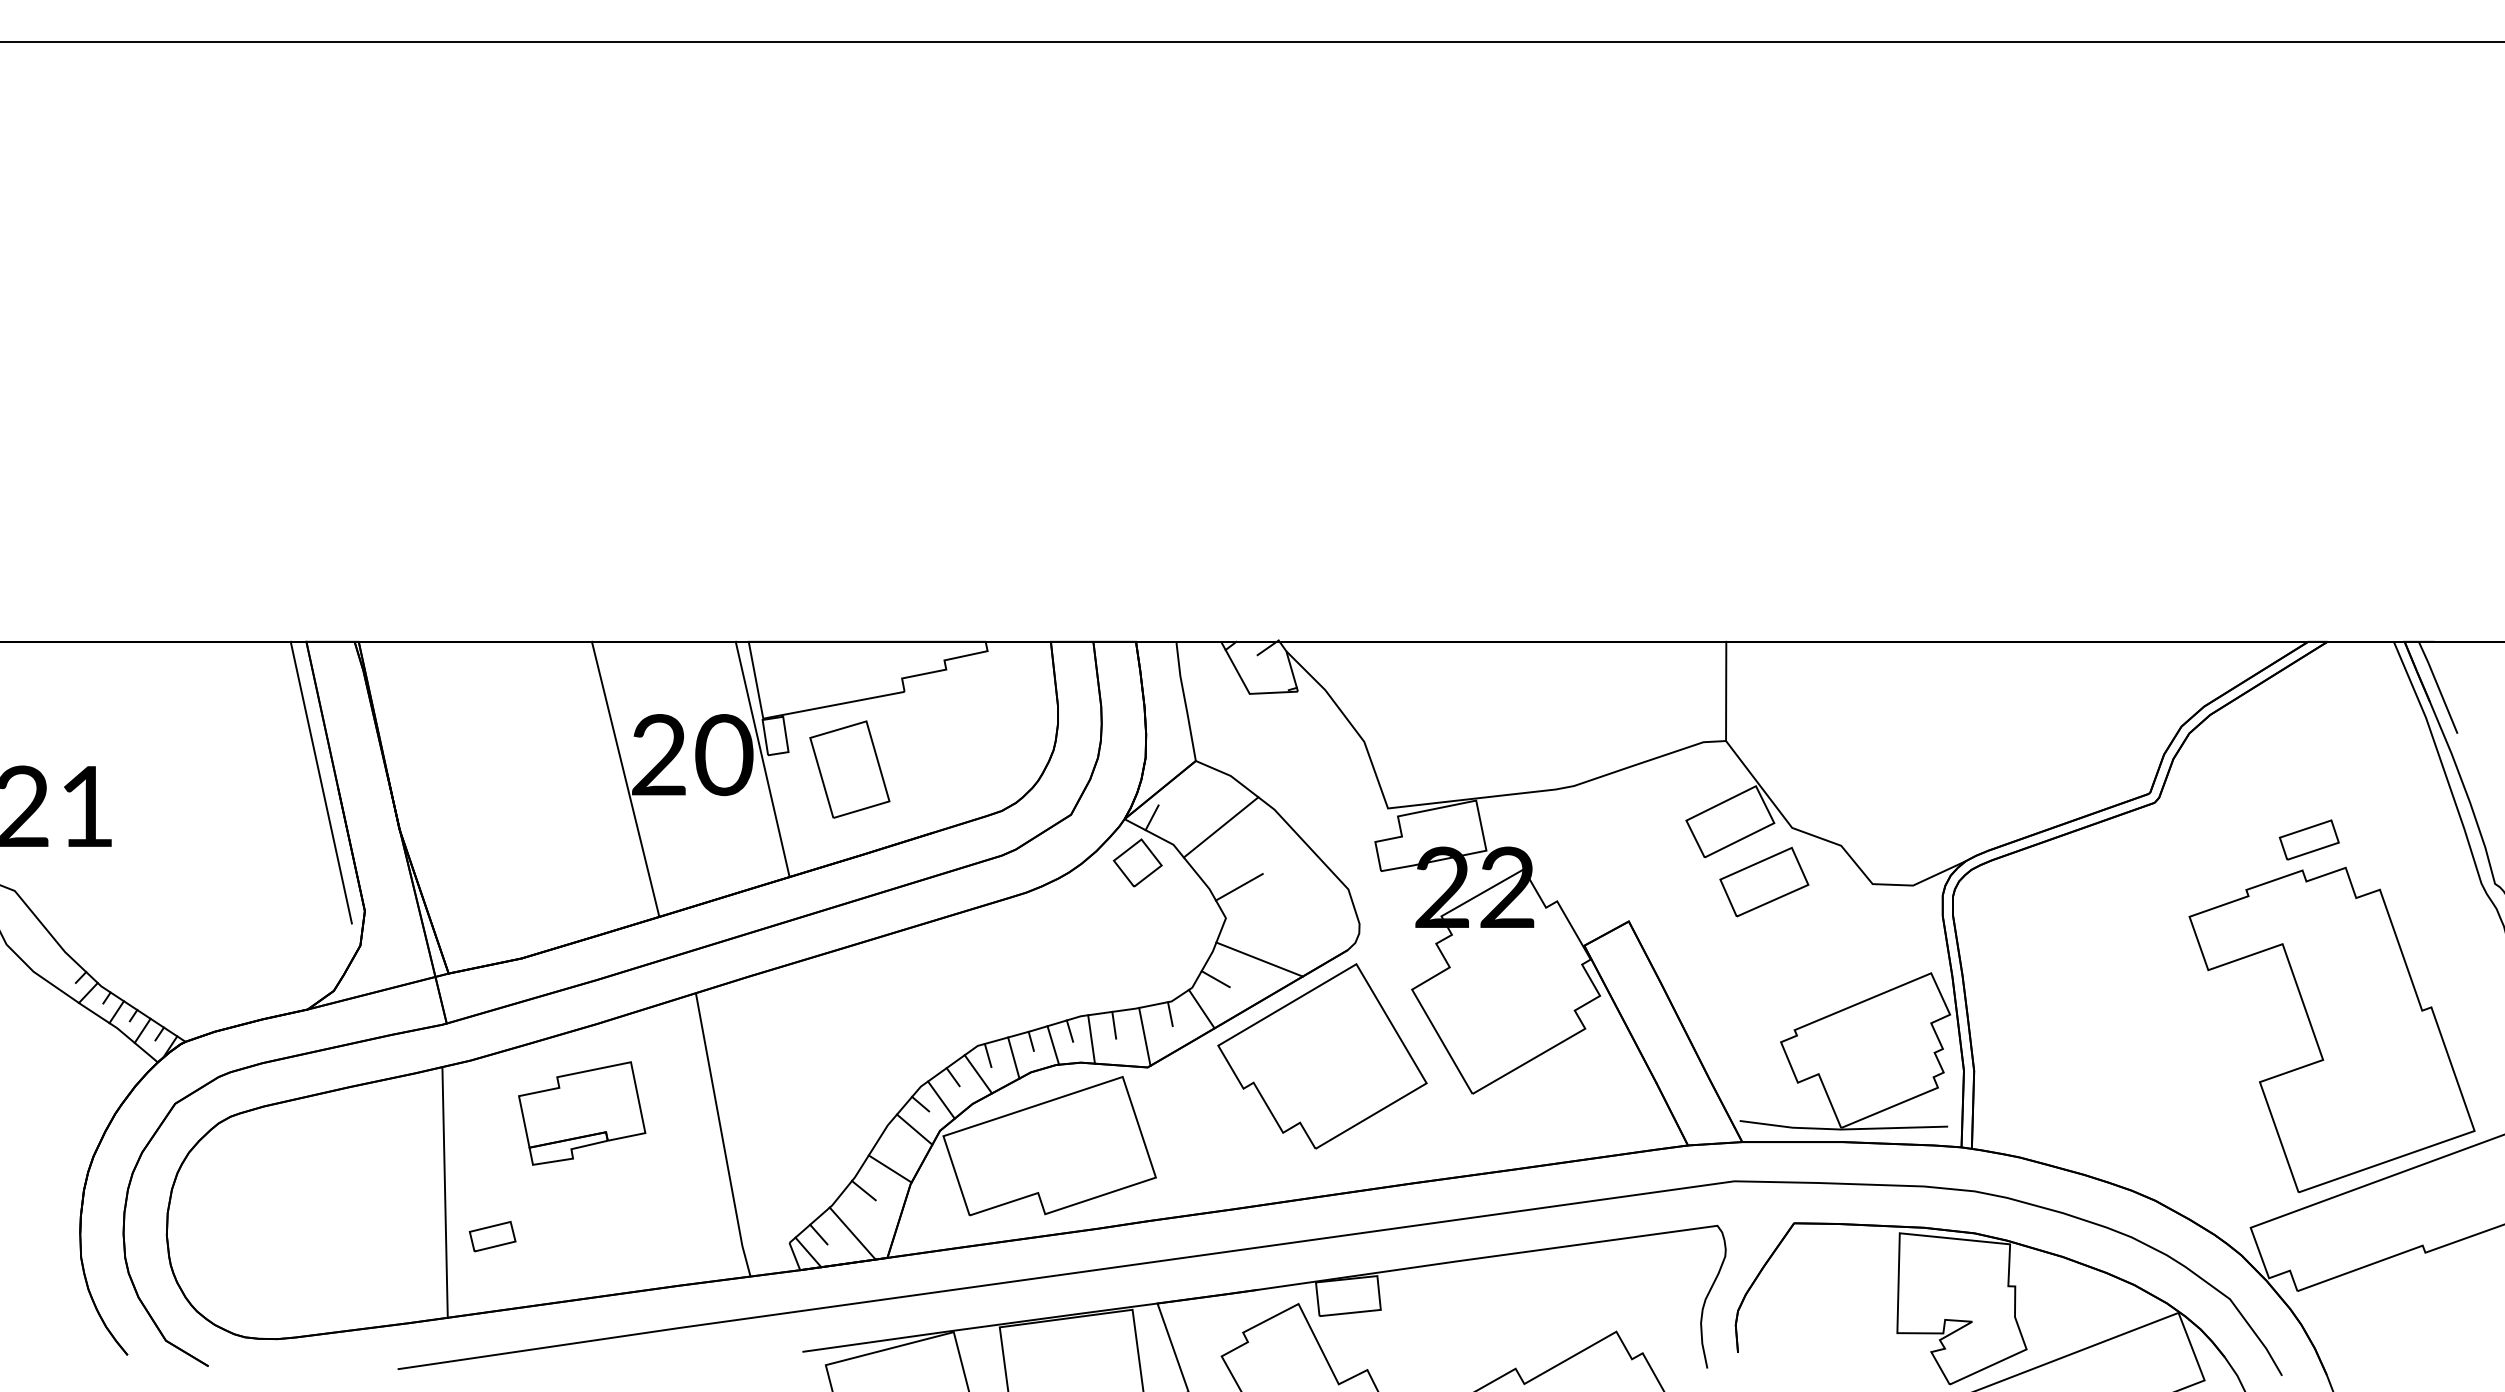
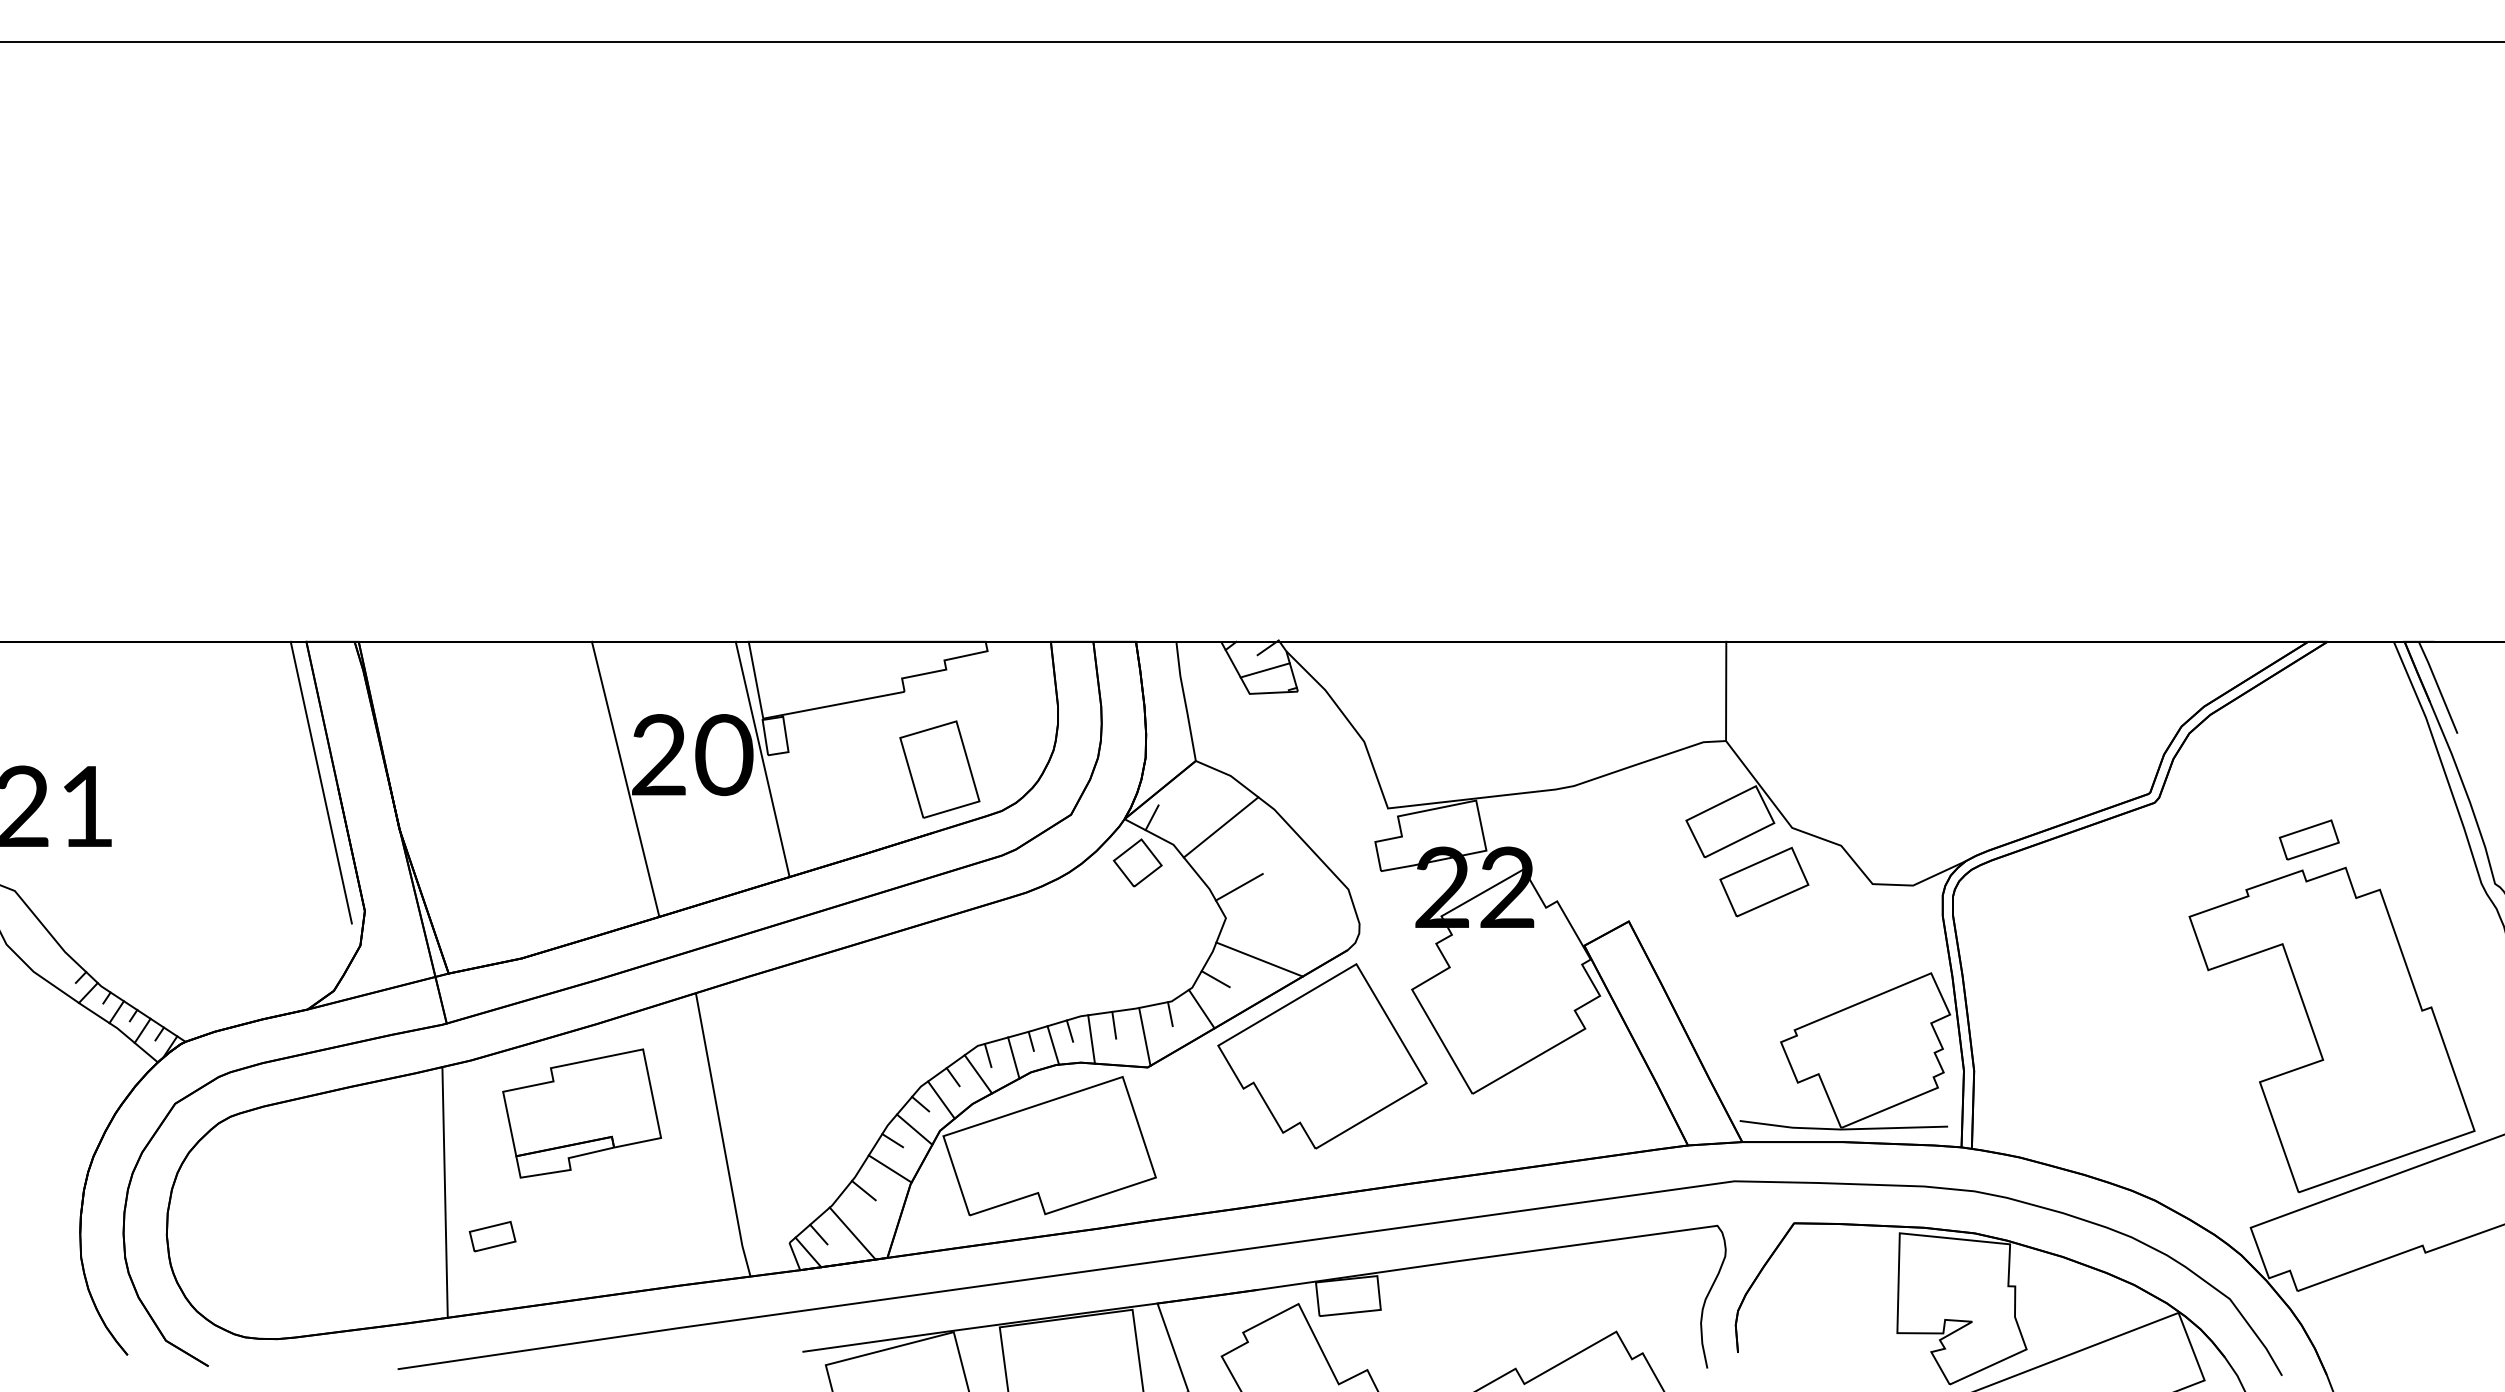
line at (1264, 670): none -> present
part at (849, 769) position: (849, 769) -> (939, 769)
part at (582, 1113) size: 129x105 px -> 161x131 px
line at (892, 1140): none -> present
